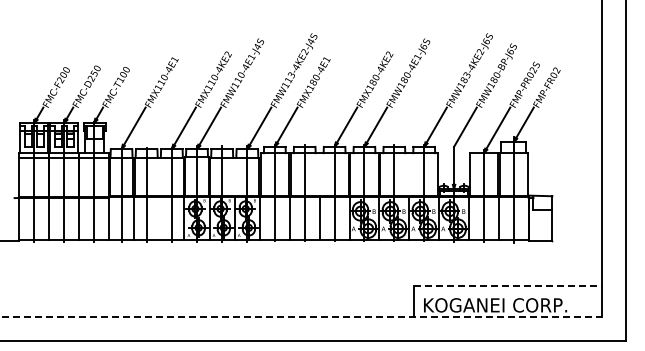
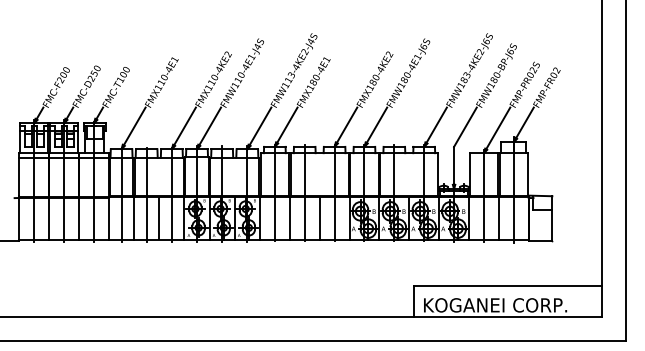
line at (159, 218): none -> present
line at (508, 285): dashed -> solid
line at (301, 317): dashed -> solid
